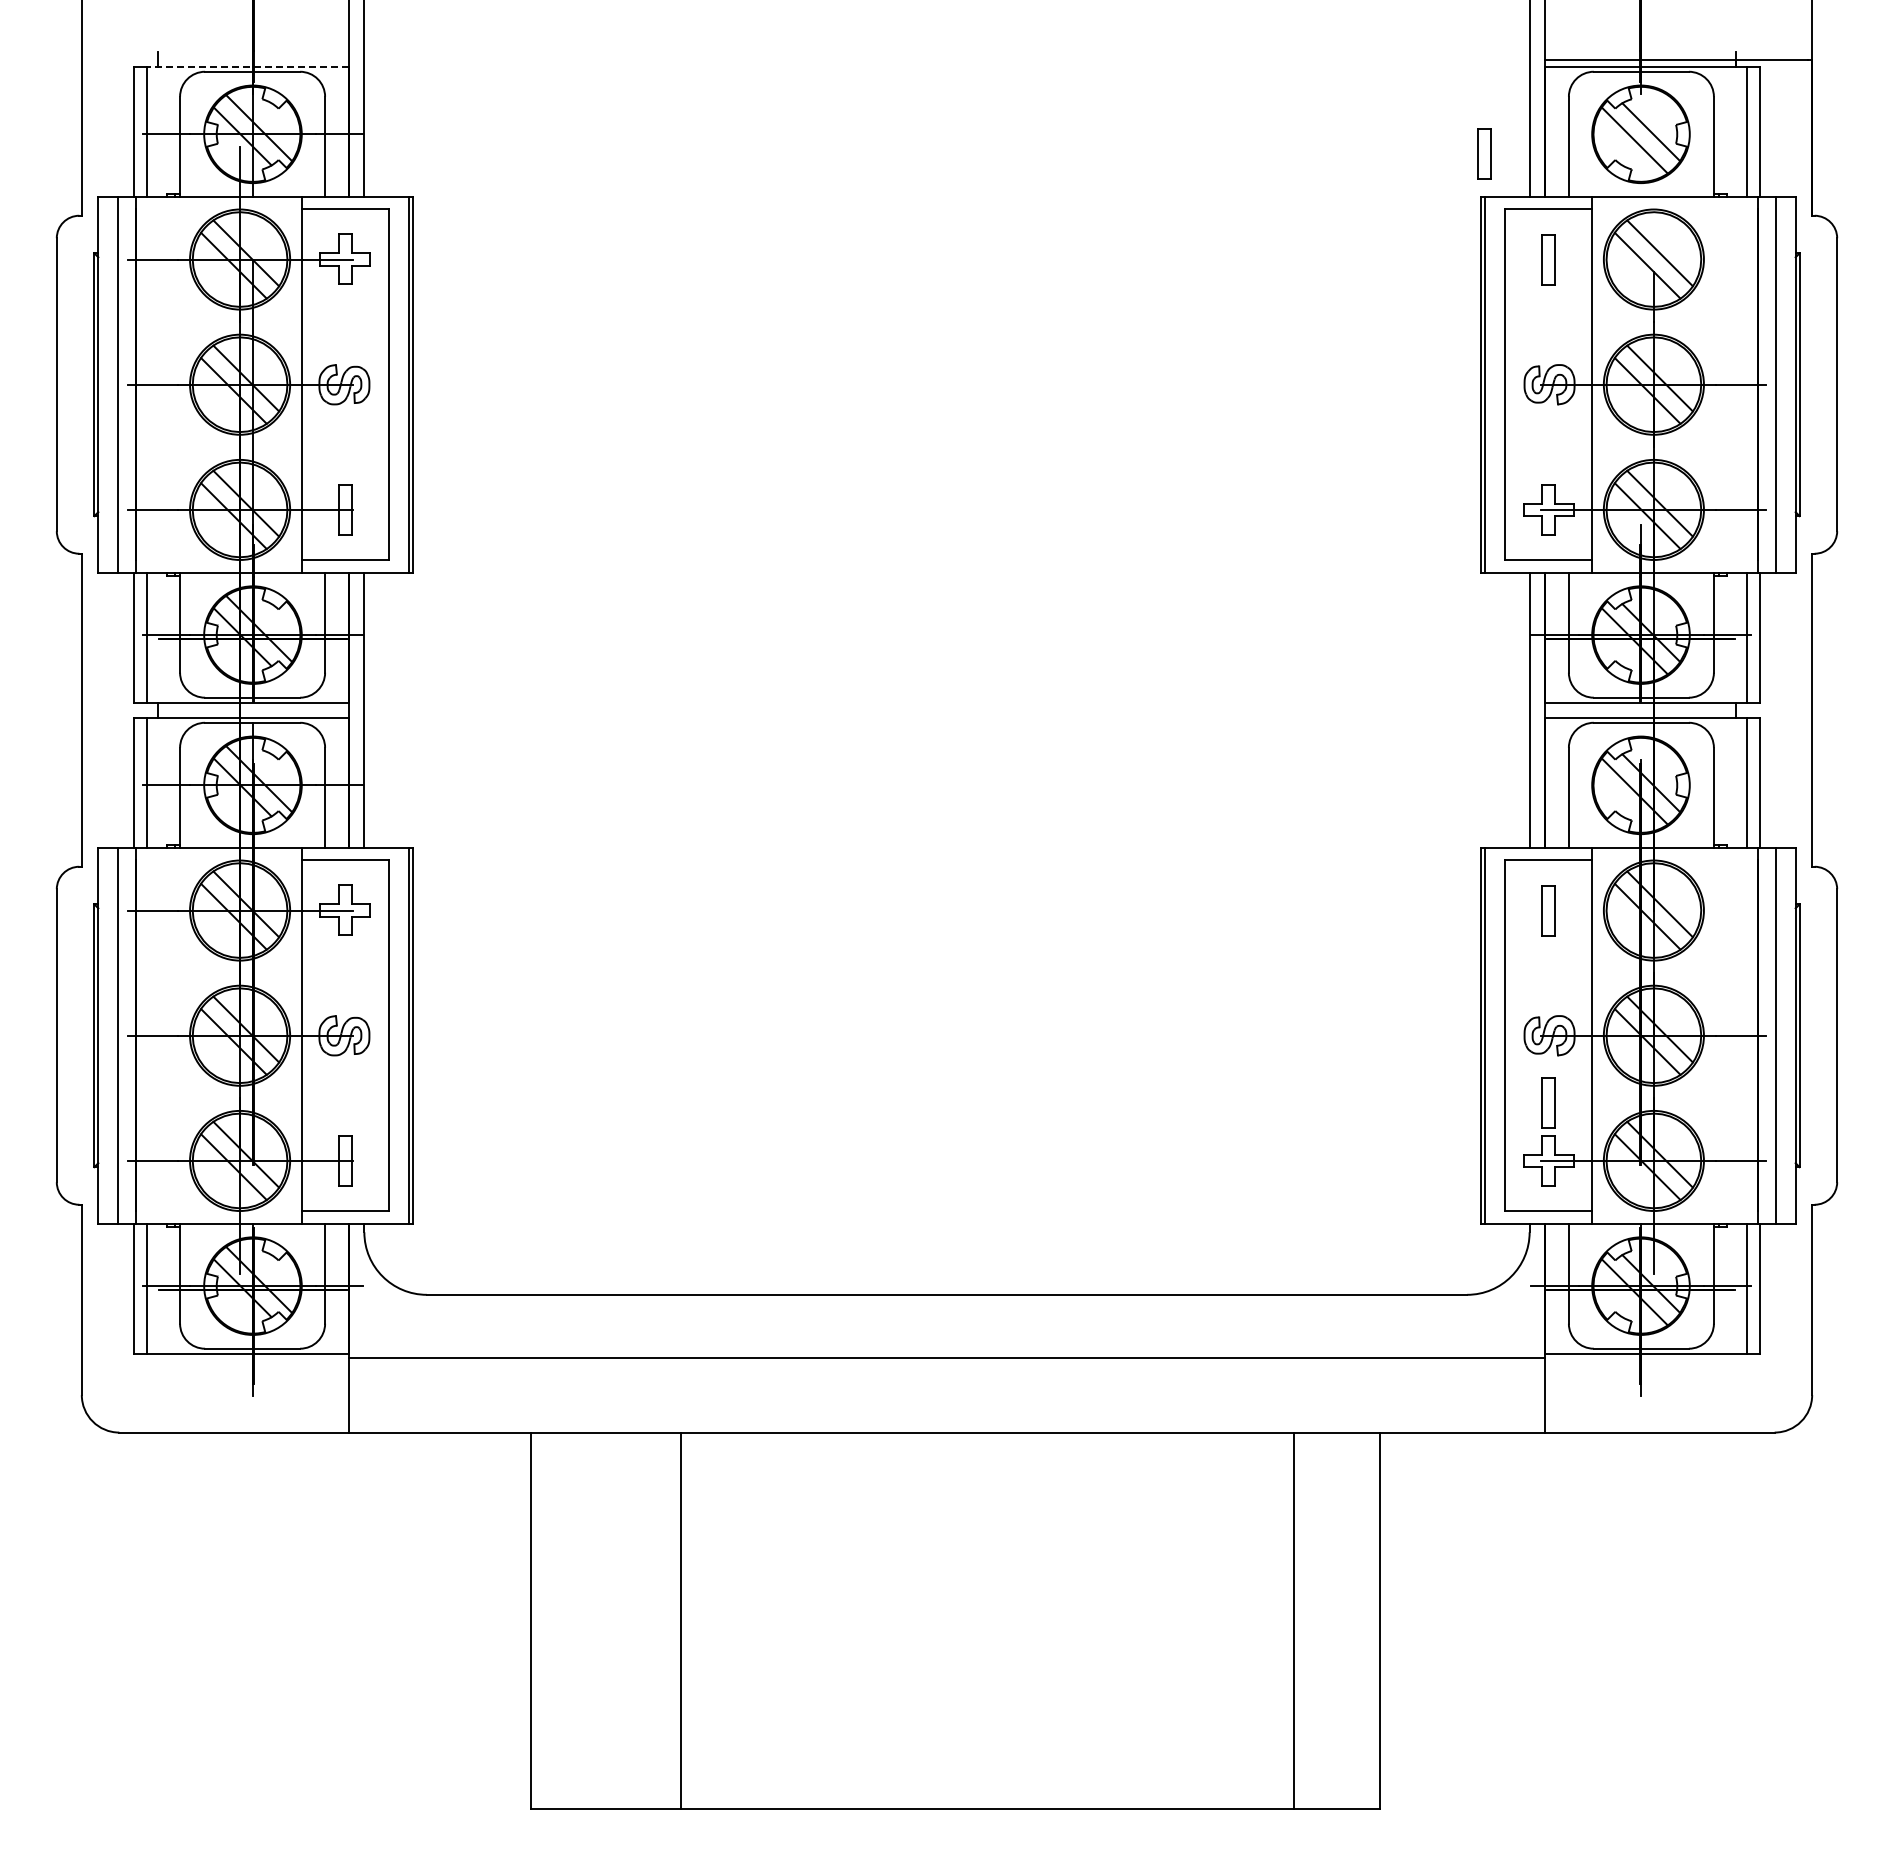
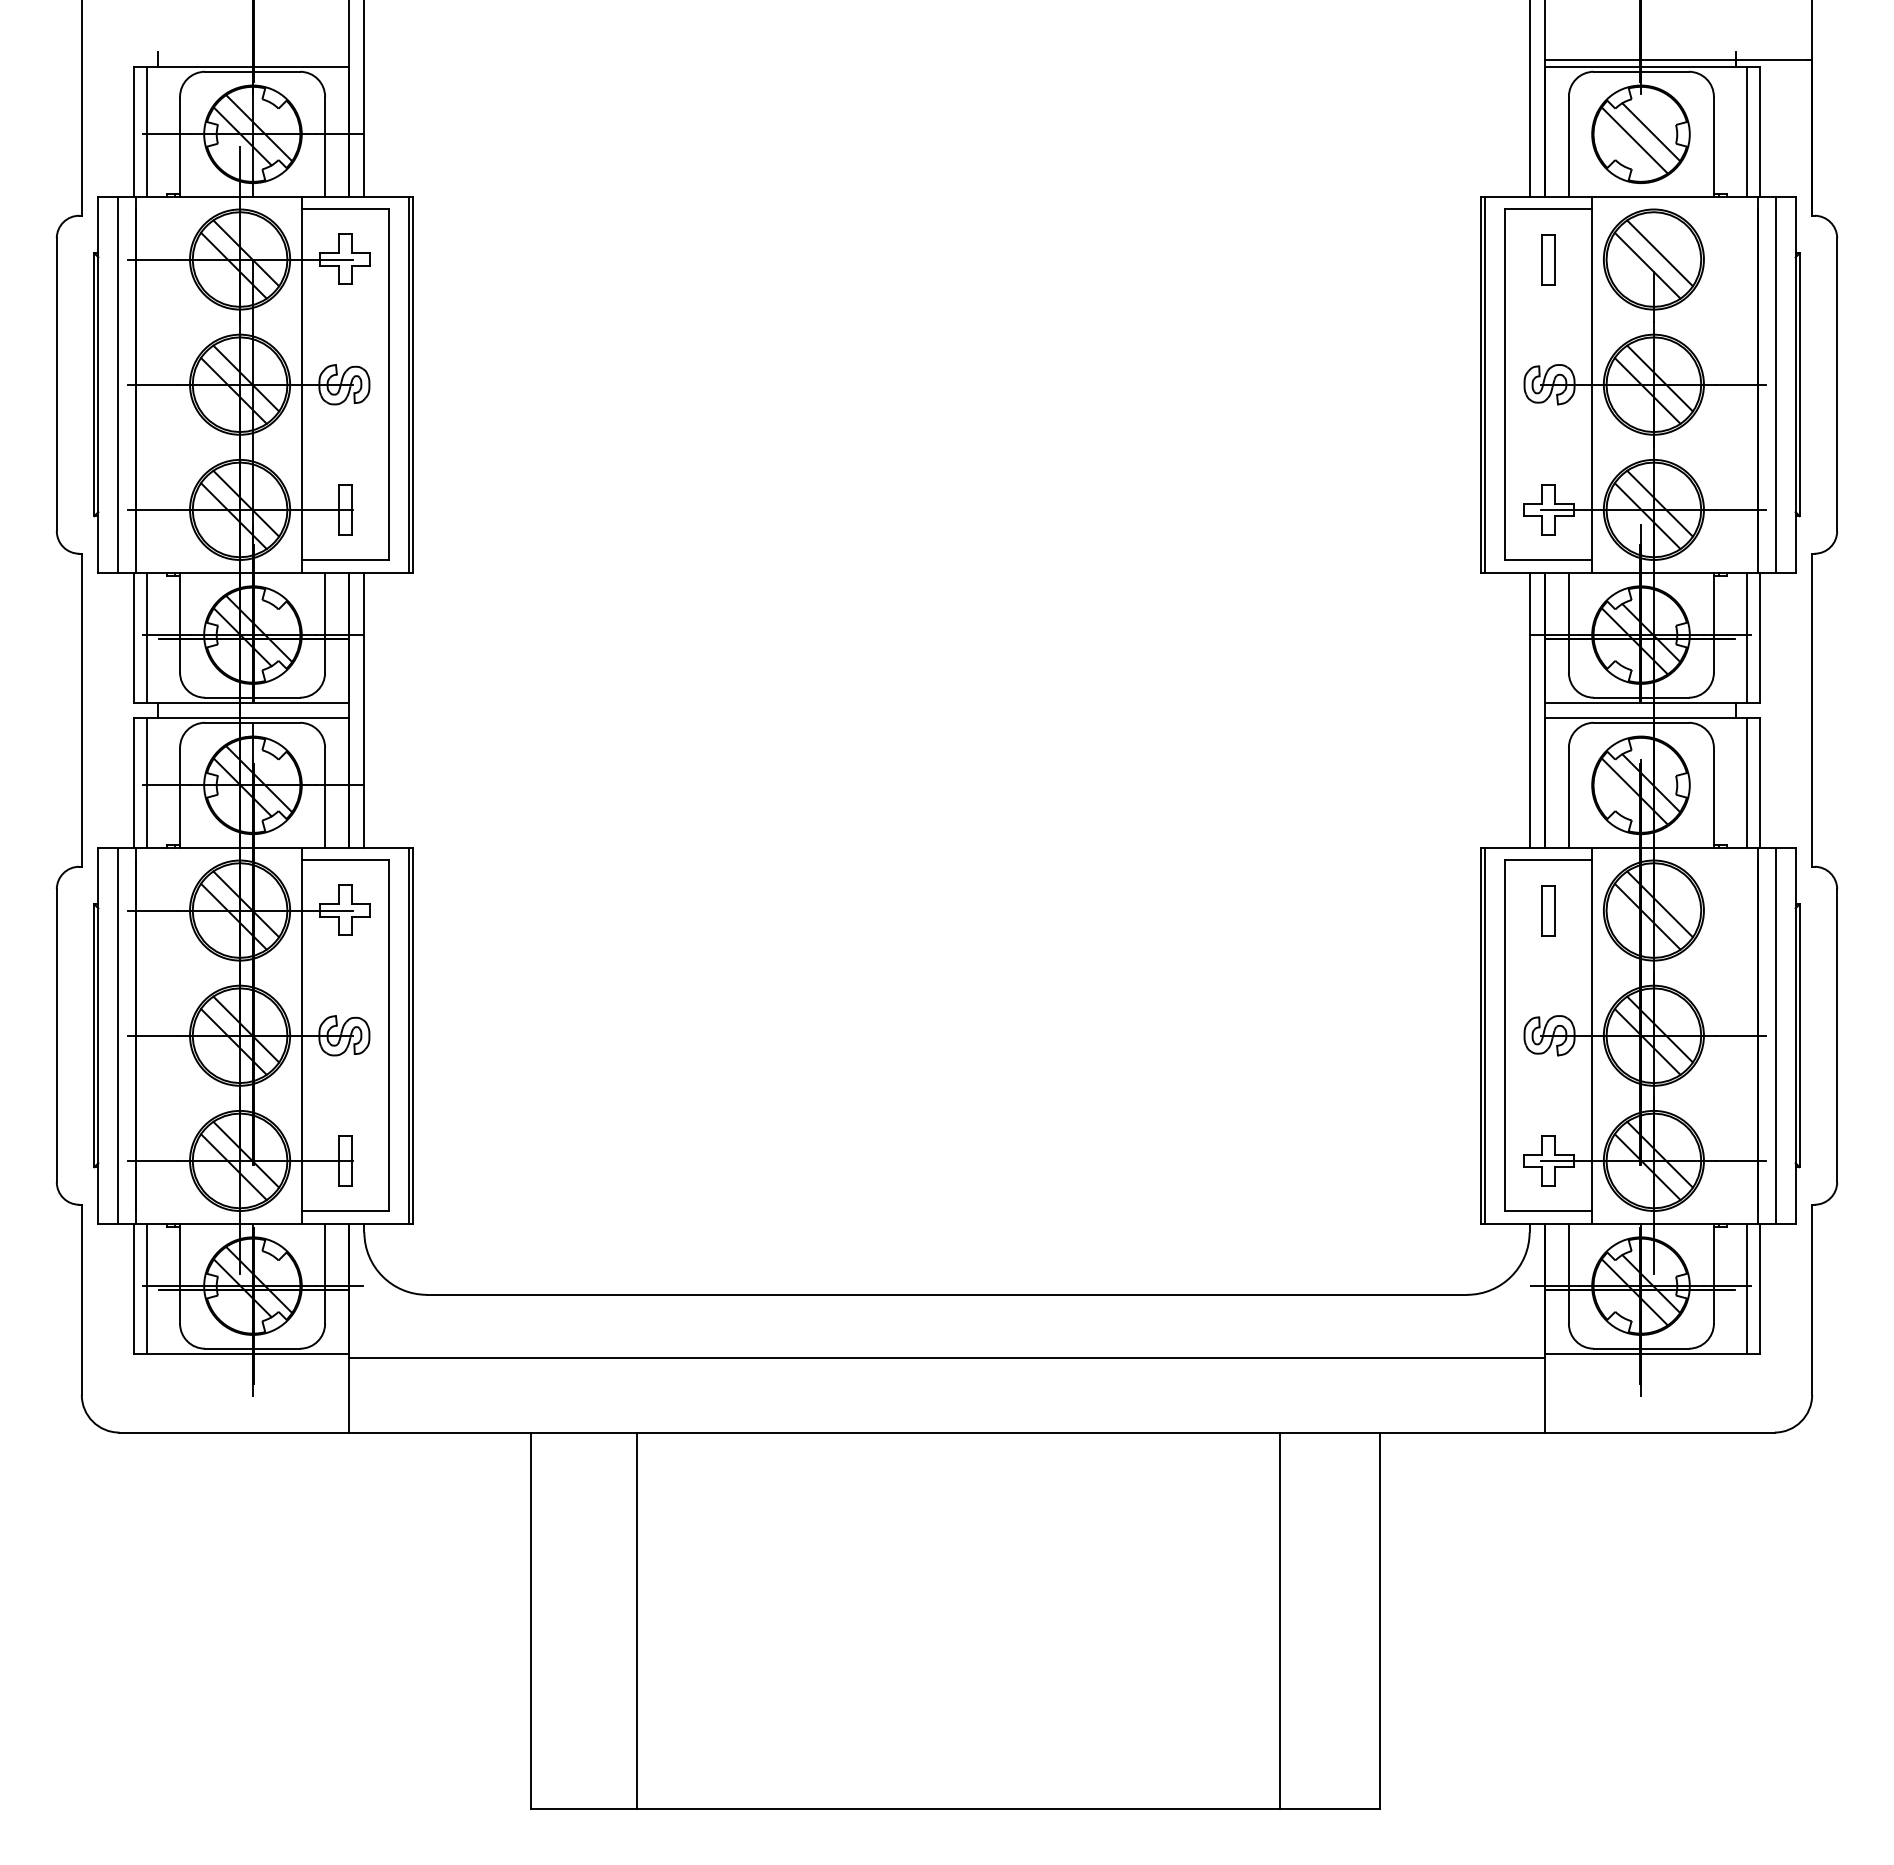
line at (247, 66): dashed -> solid
part at (1484, 153): present -> none
part at (1548, 1102): present -> none
line at (681, 1620) position: (681, 1620) -> (637, 1620)
line at (1293, 1620) position: (1293, 1620) -> (1279, 1620)
